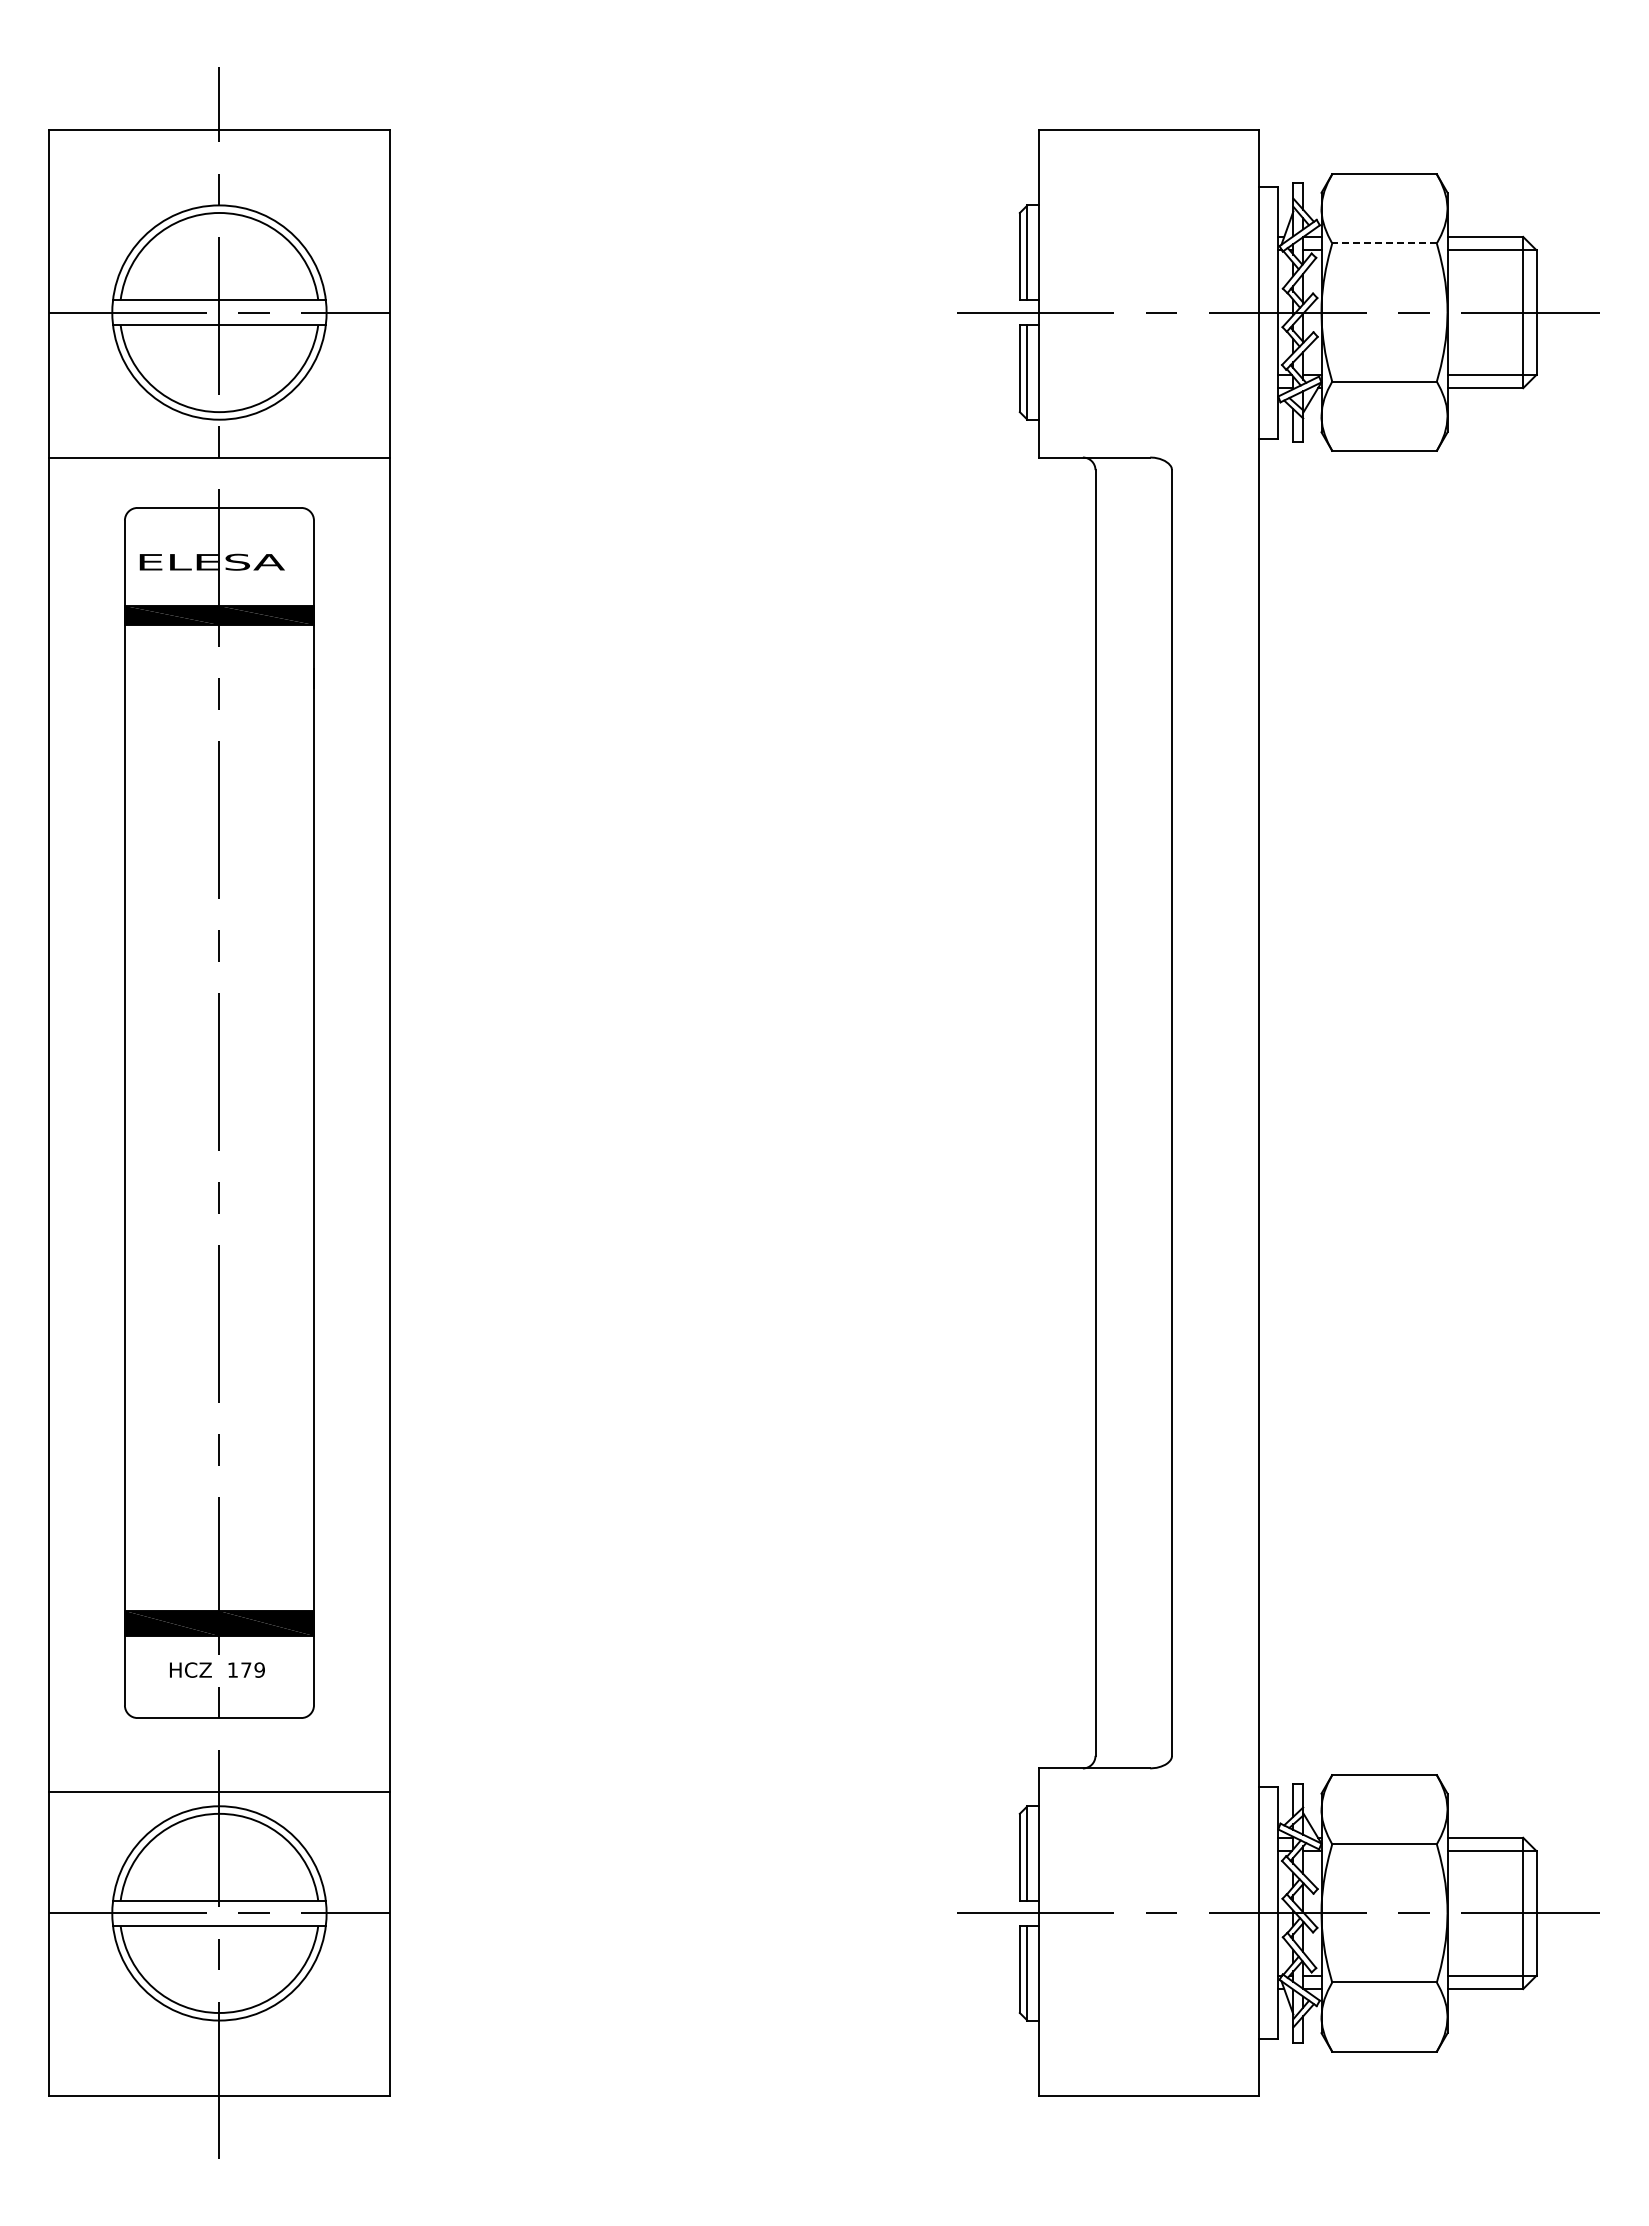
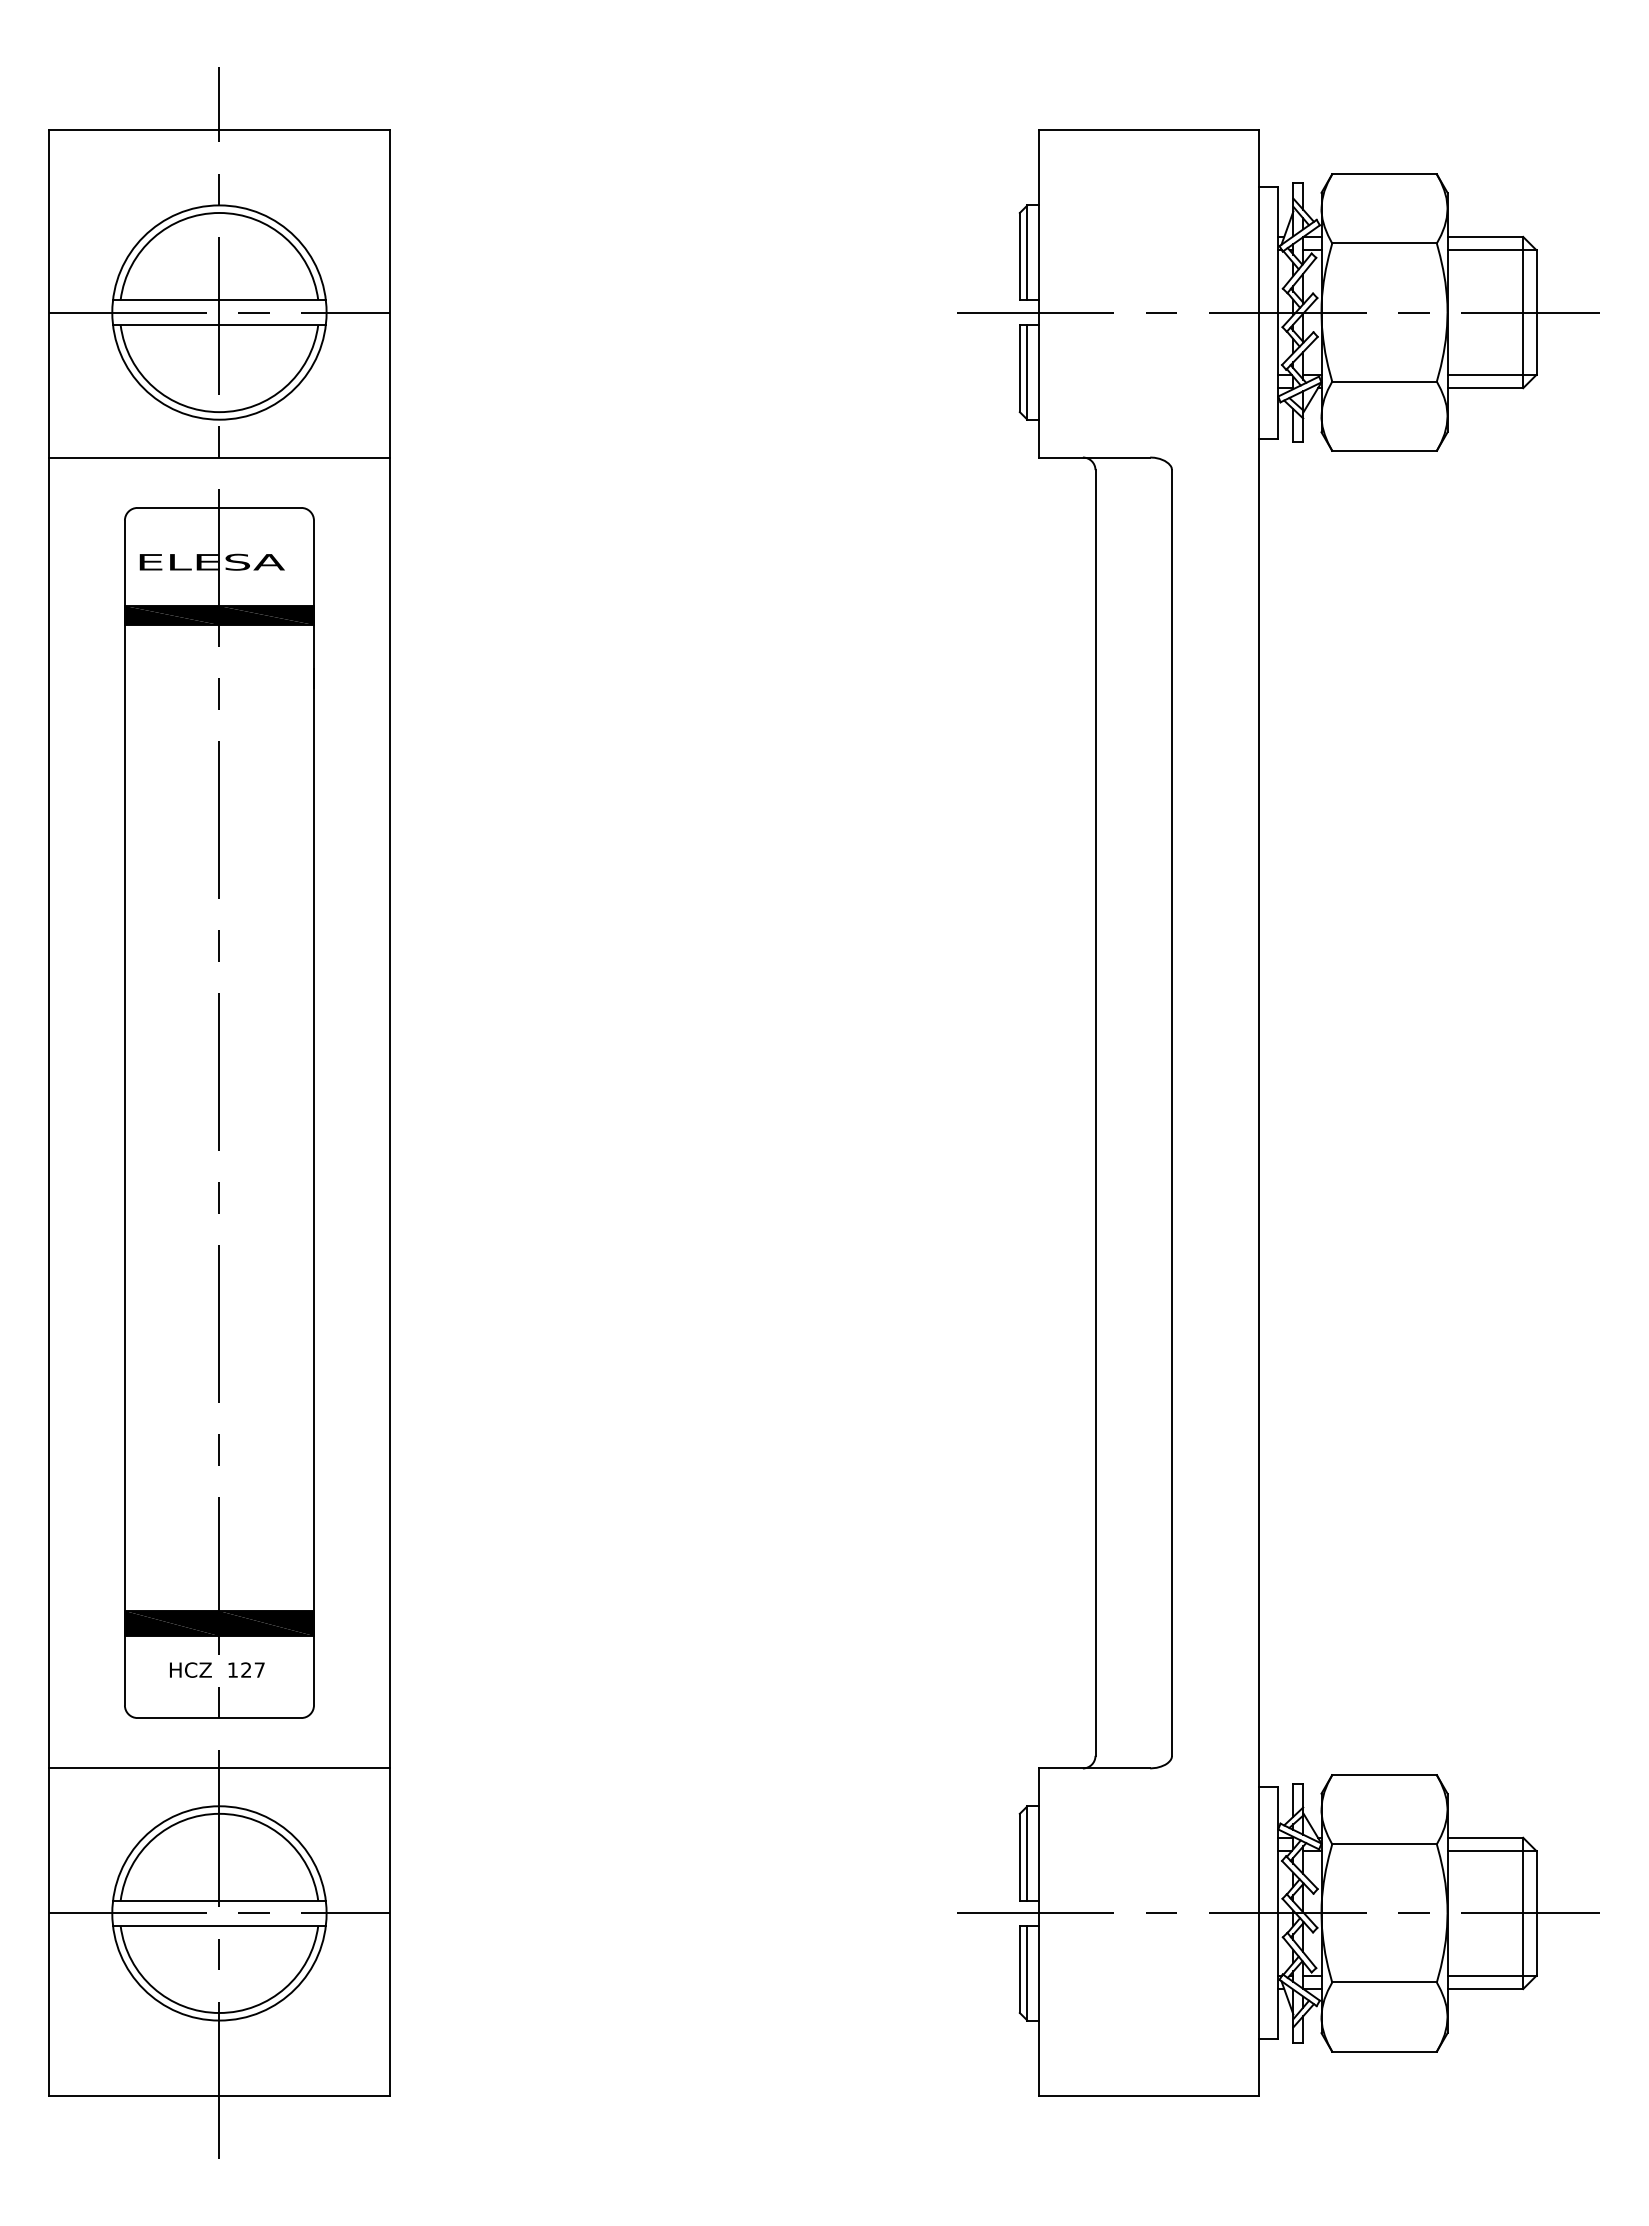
line at (1384, 243): dashed -> solid
text at (252, 1669): 179 -> 127
line at (219, 1792) position: (219, 1792) -> (219, 1768)
